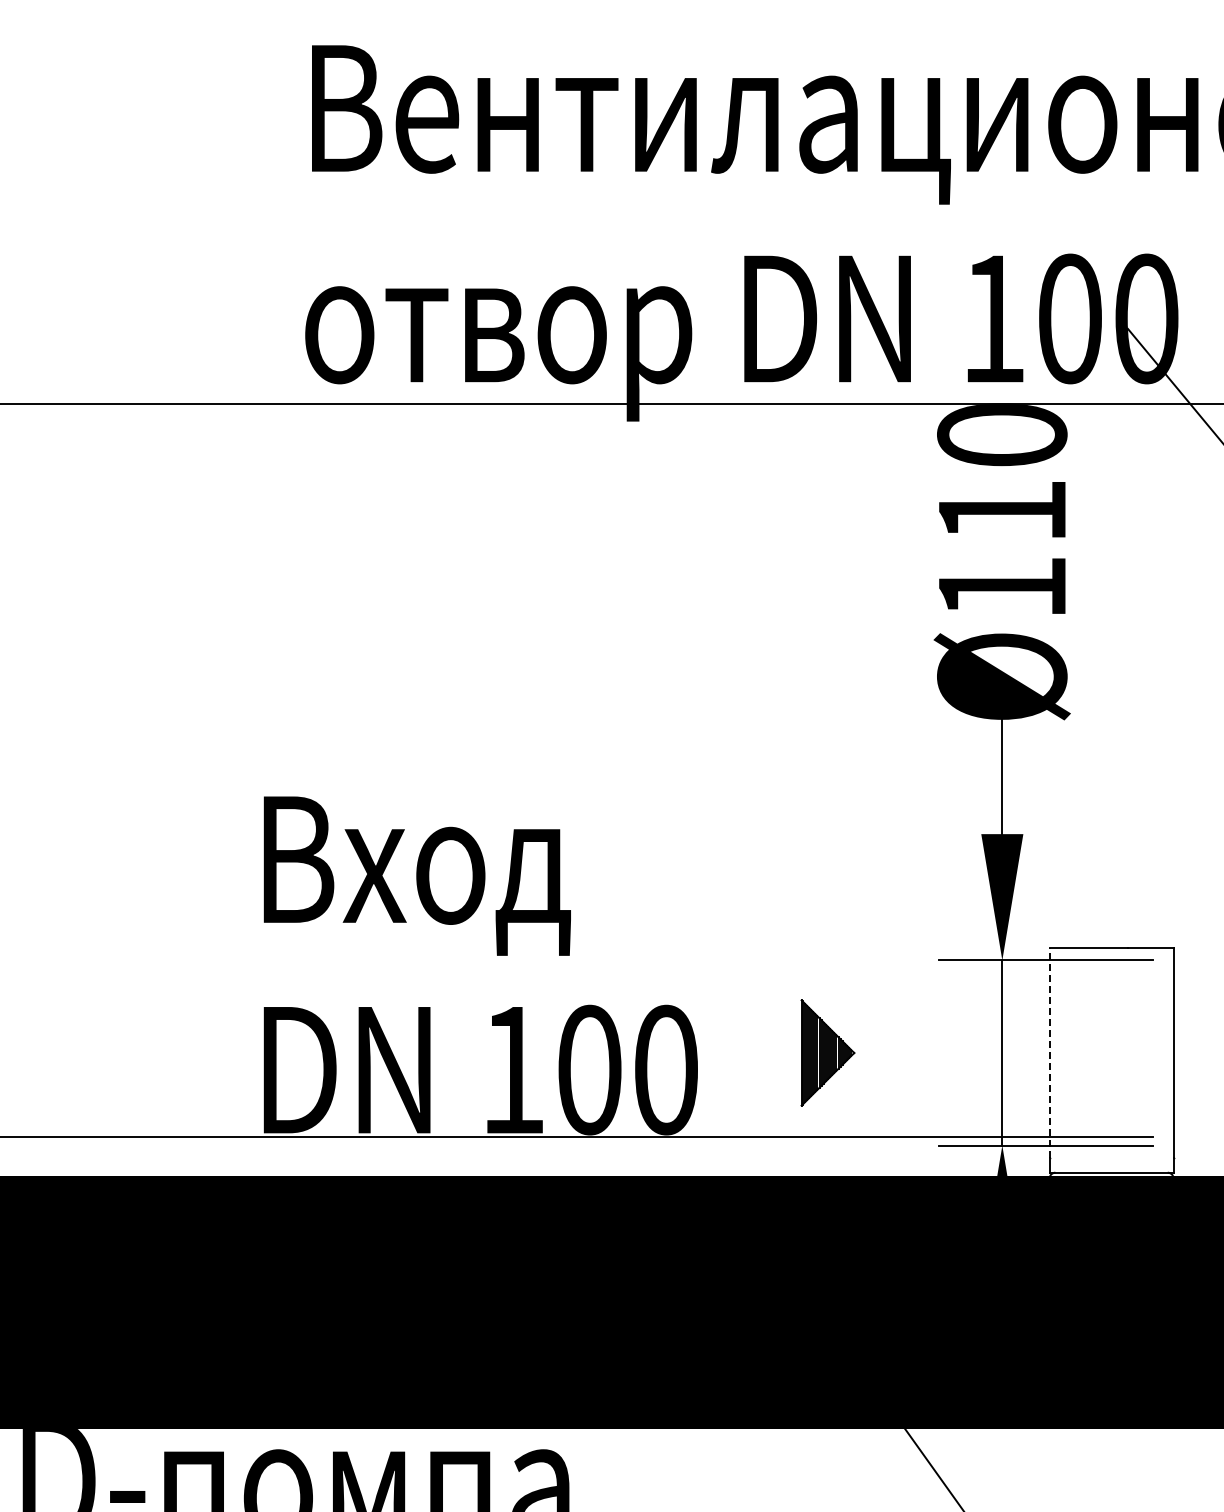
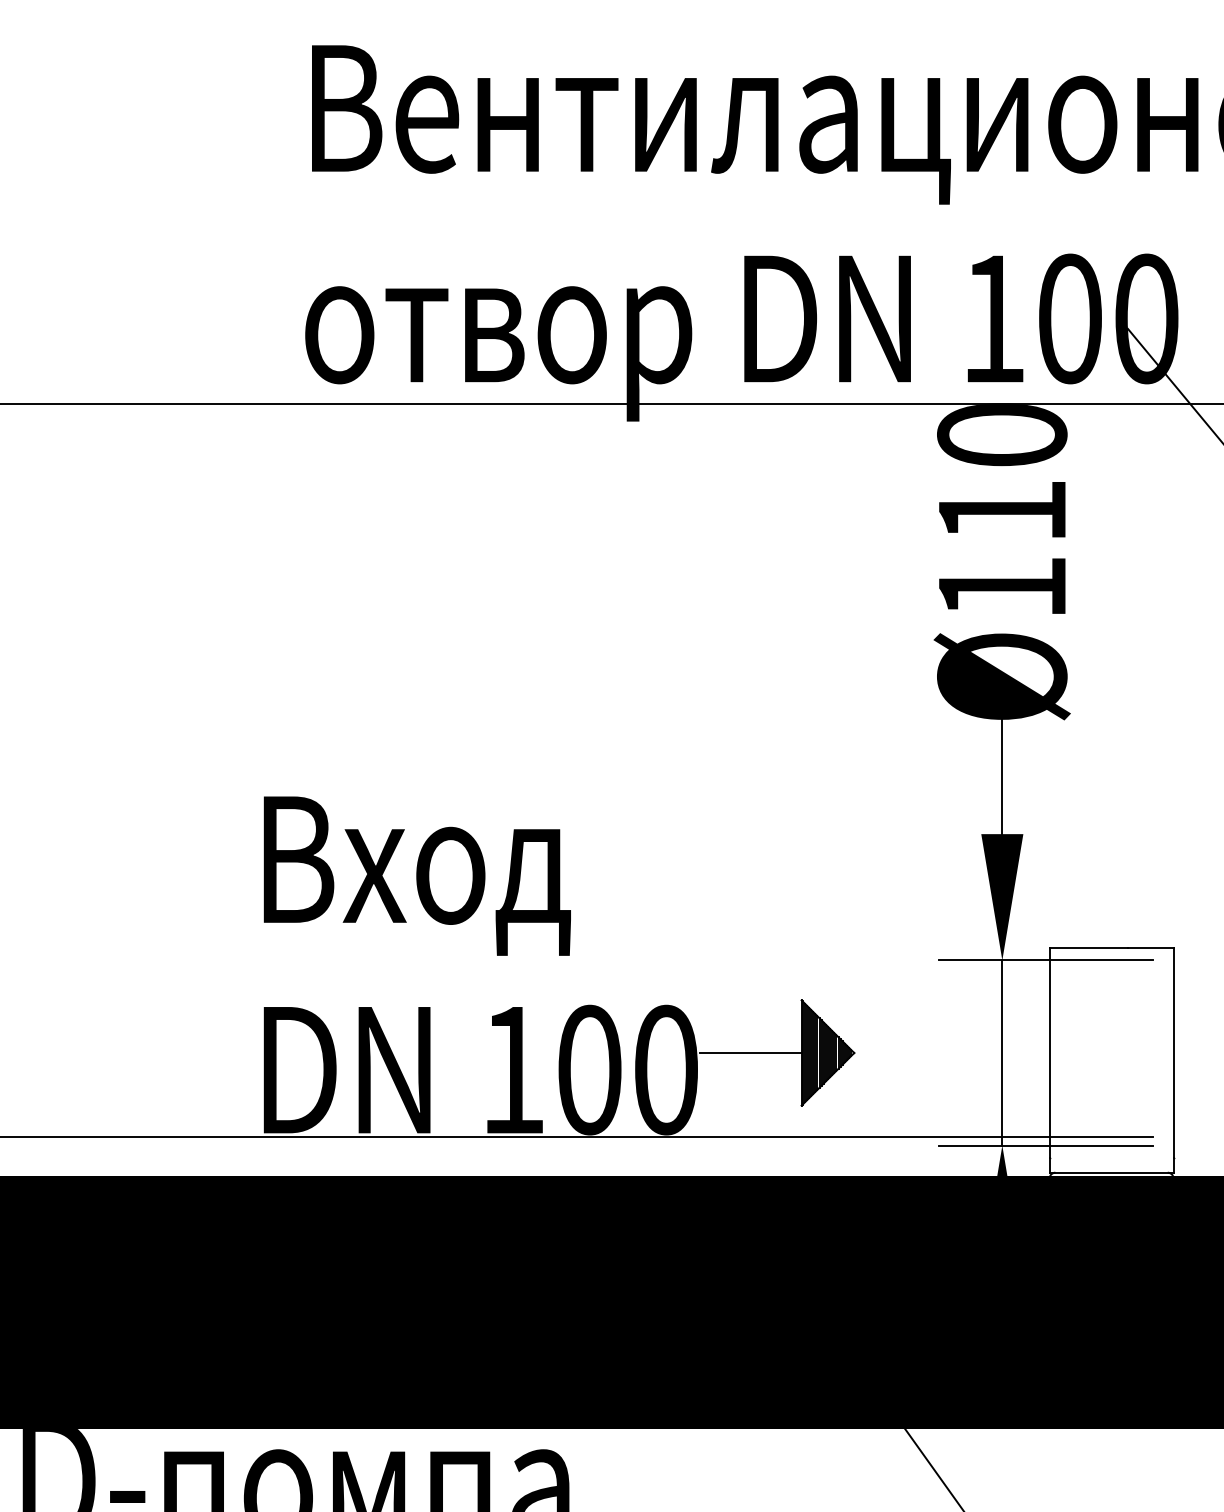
line at (1049, 1052): dashed -> solid
line at (750, 1053): none -> present
